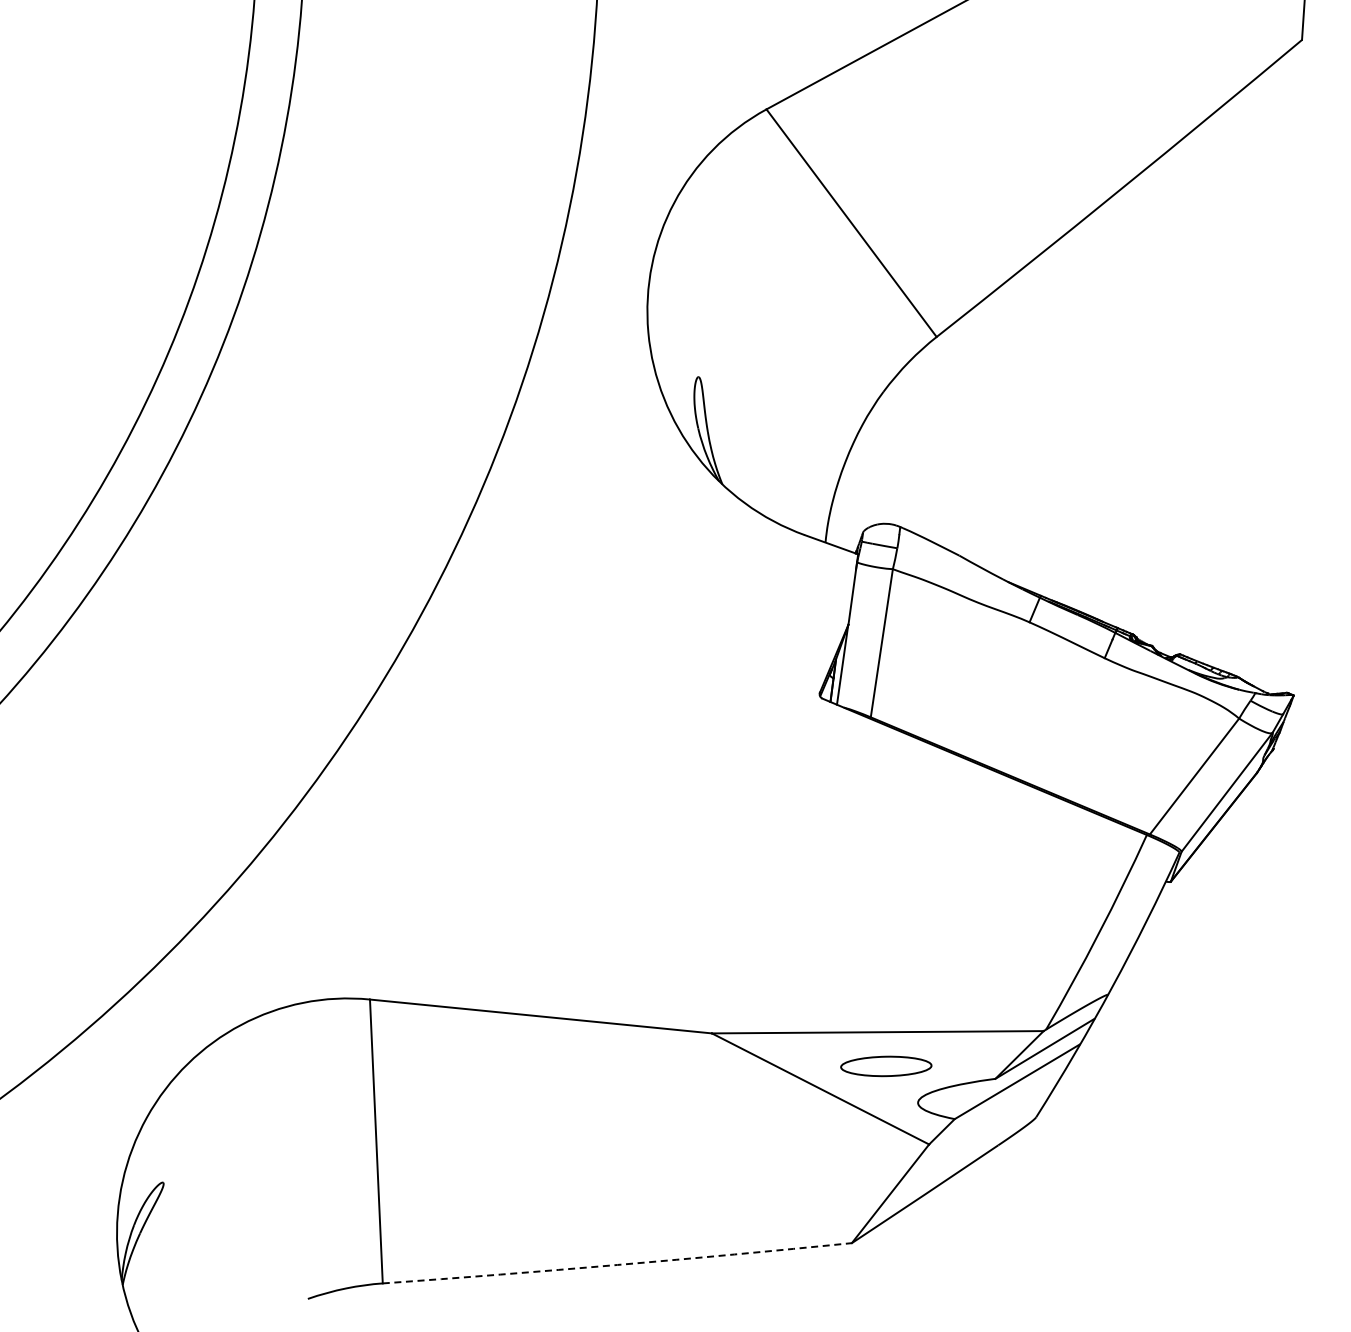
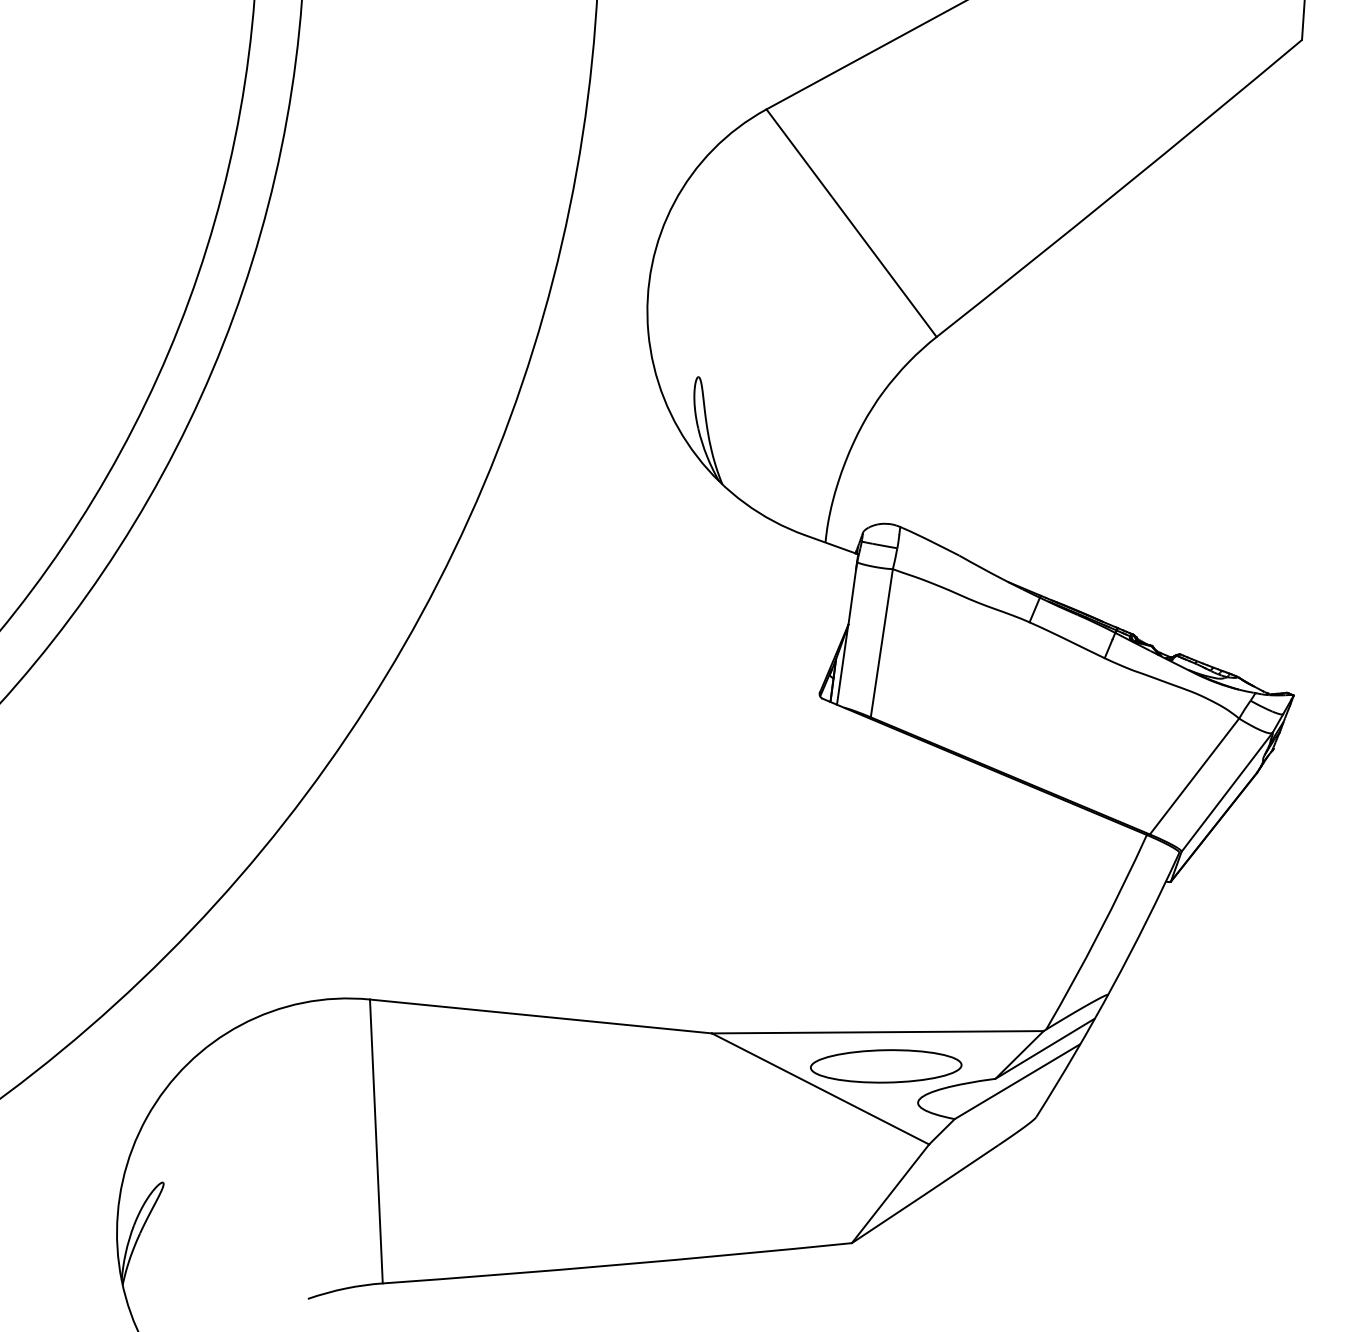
part at (886, 1066) size: 93x23 px -> 153x35 px
arc at (617, 1264): dashed -> solid
